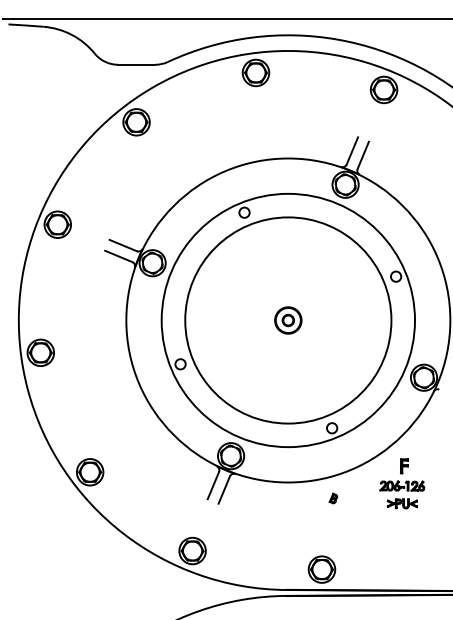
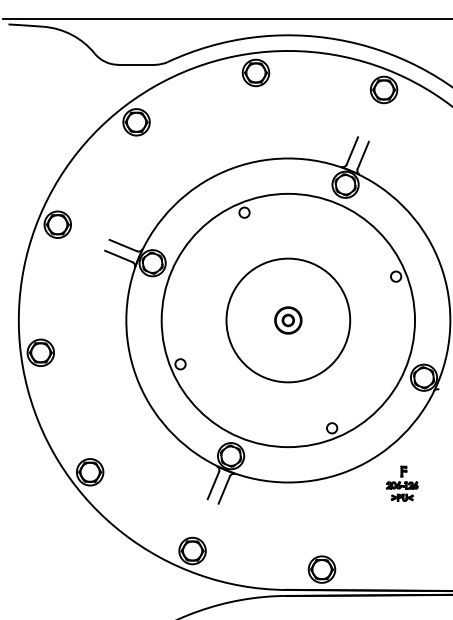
circle at (288, 320) diameter: 206 px -> 124 px
part at (402, 483) size: 47x52 px -> 33x37 px
part at (333, 498): present -> none
